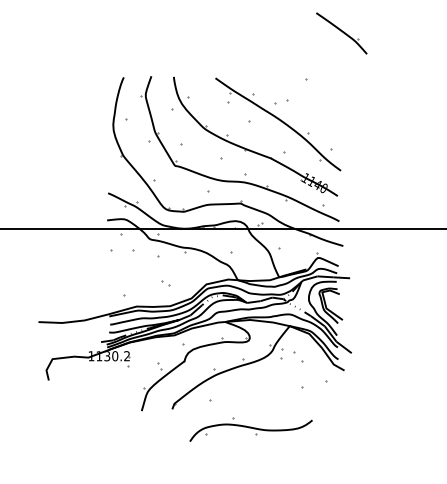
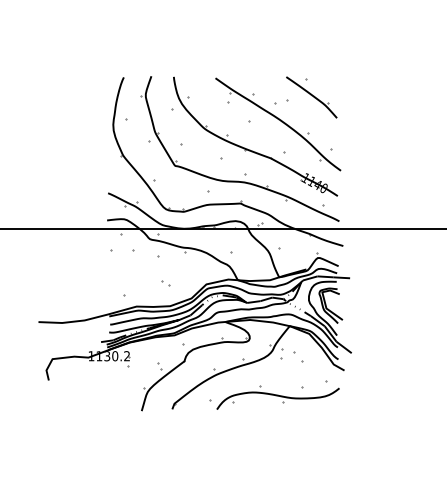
part at (341, 33) position: (341, 33) -> (311, 97)
part at (250, 429) position: (250, 429) -> (277, 397)
